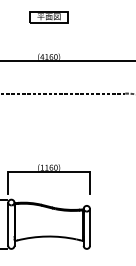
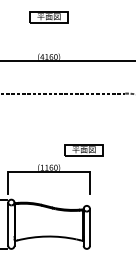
part at (83, 150): none -> present
